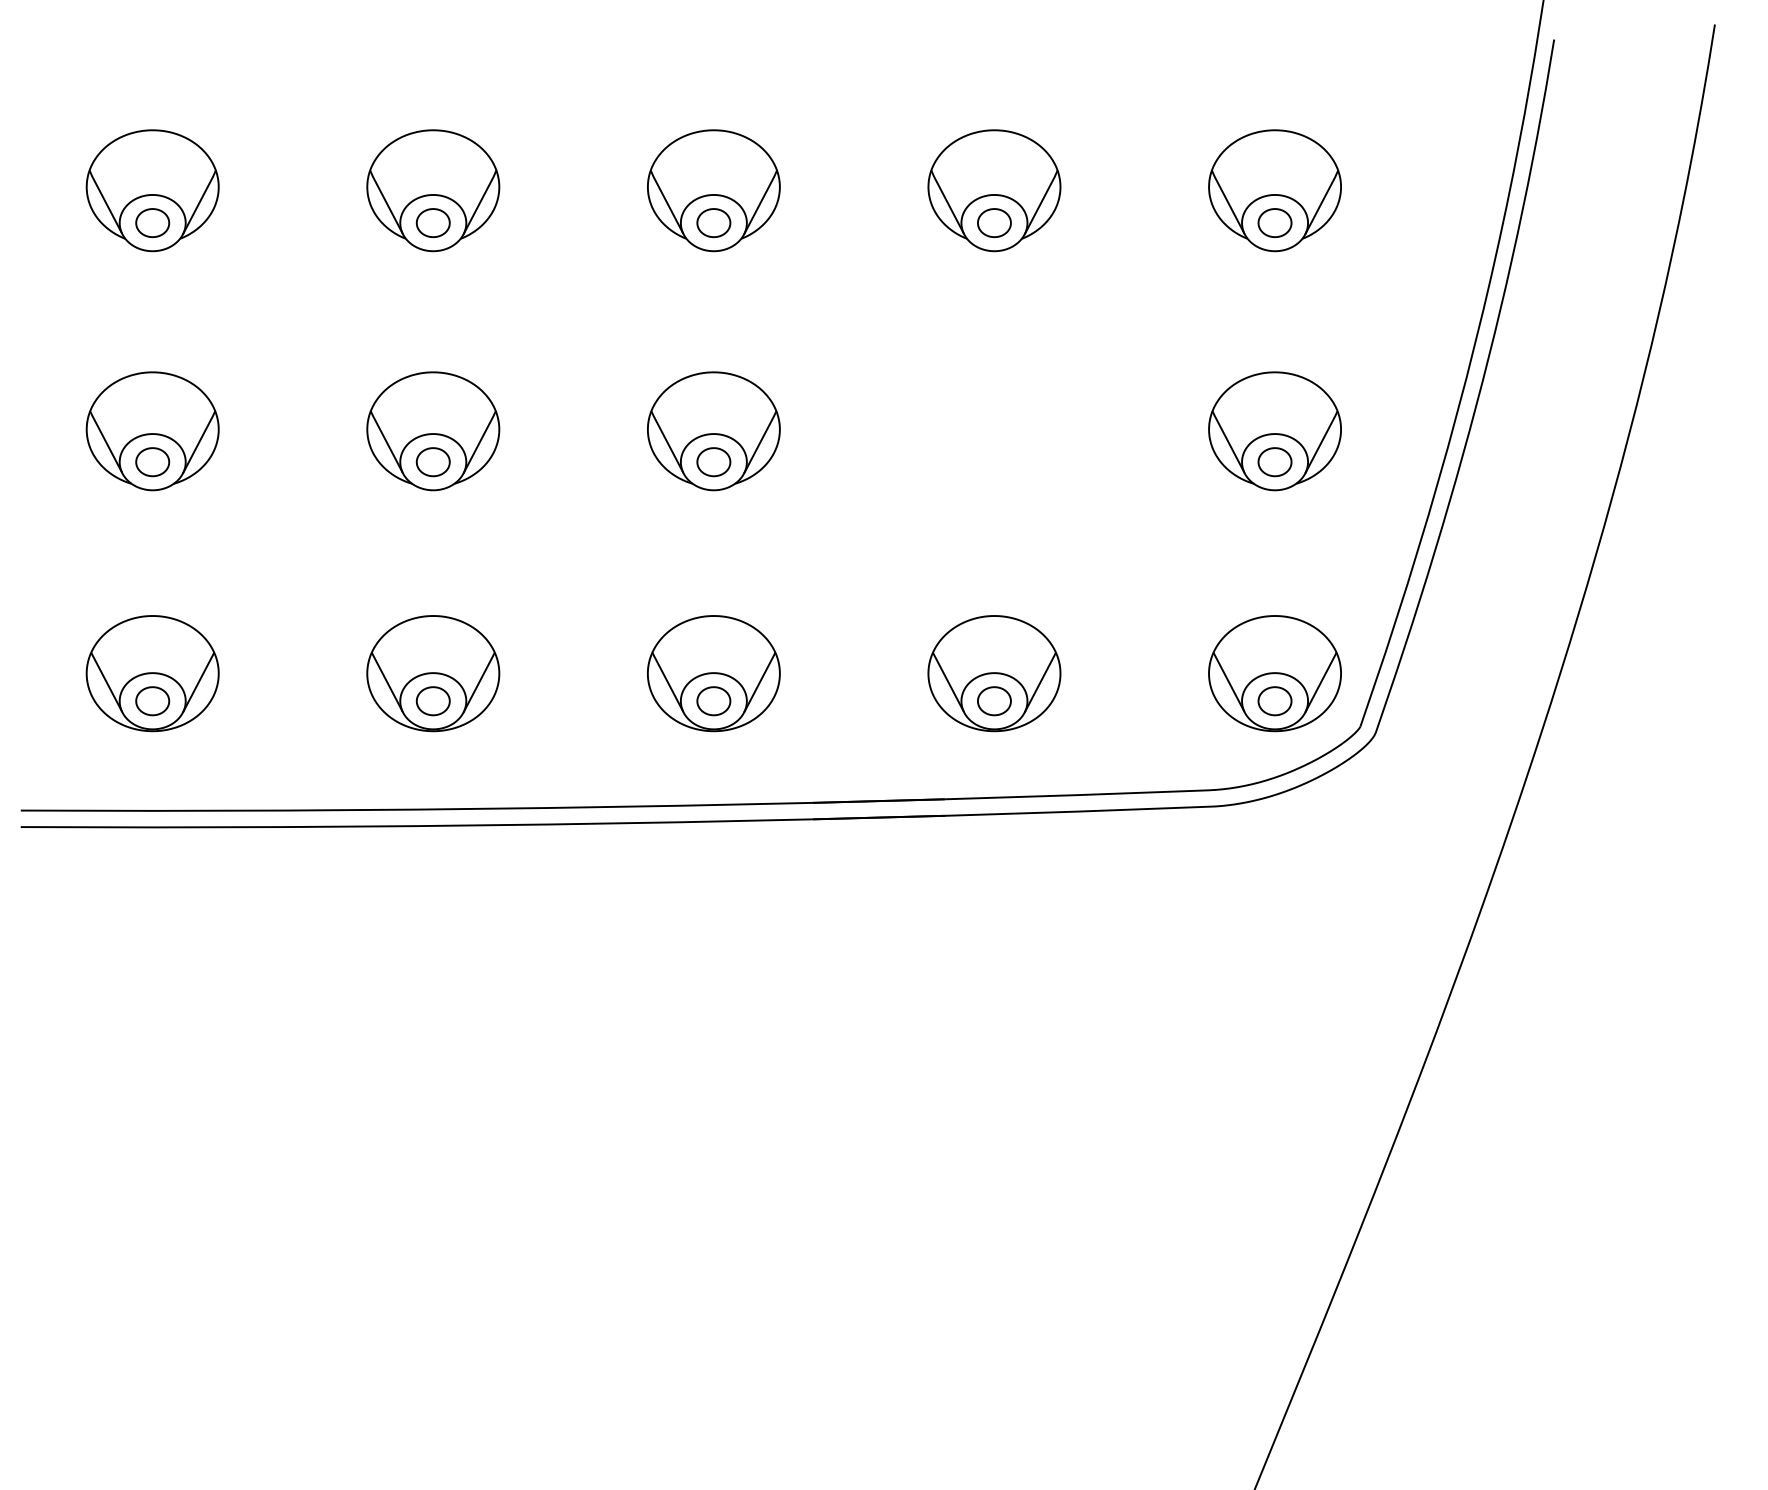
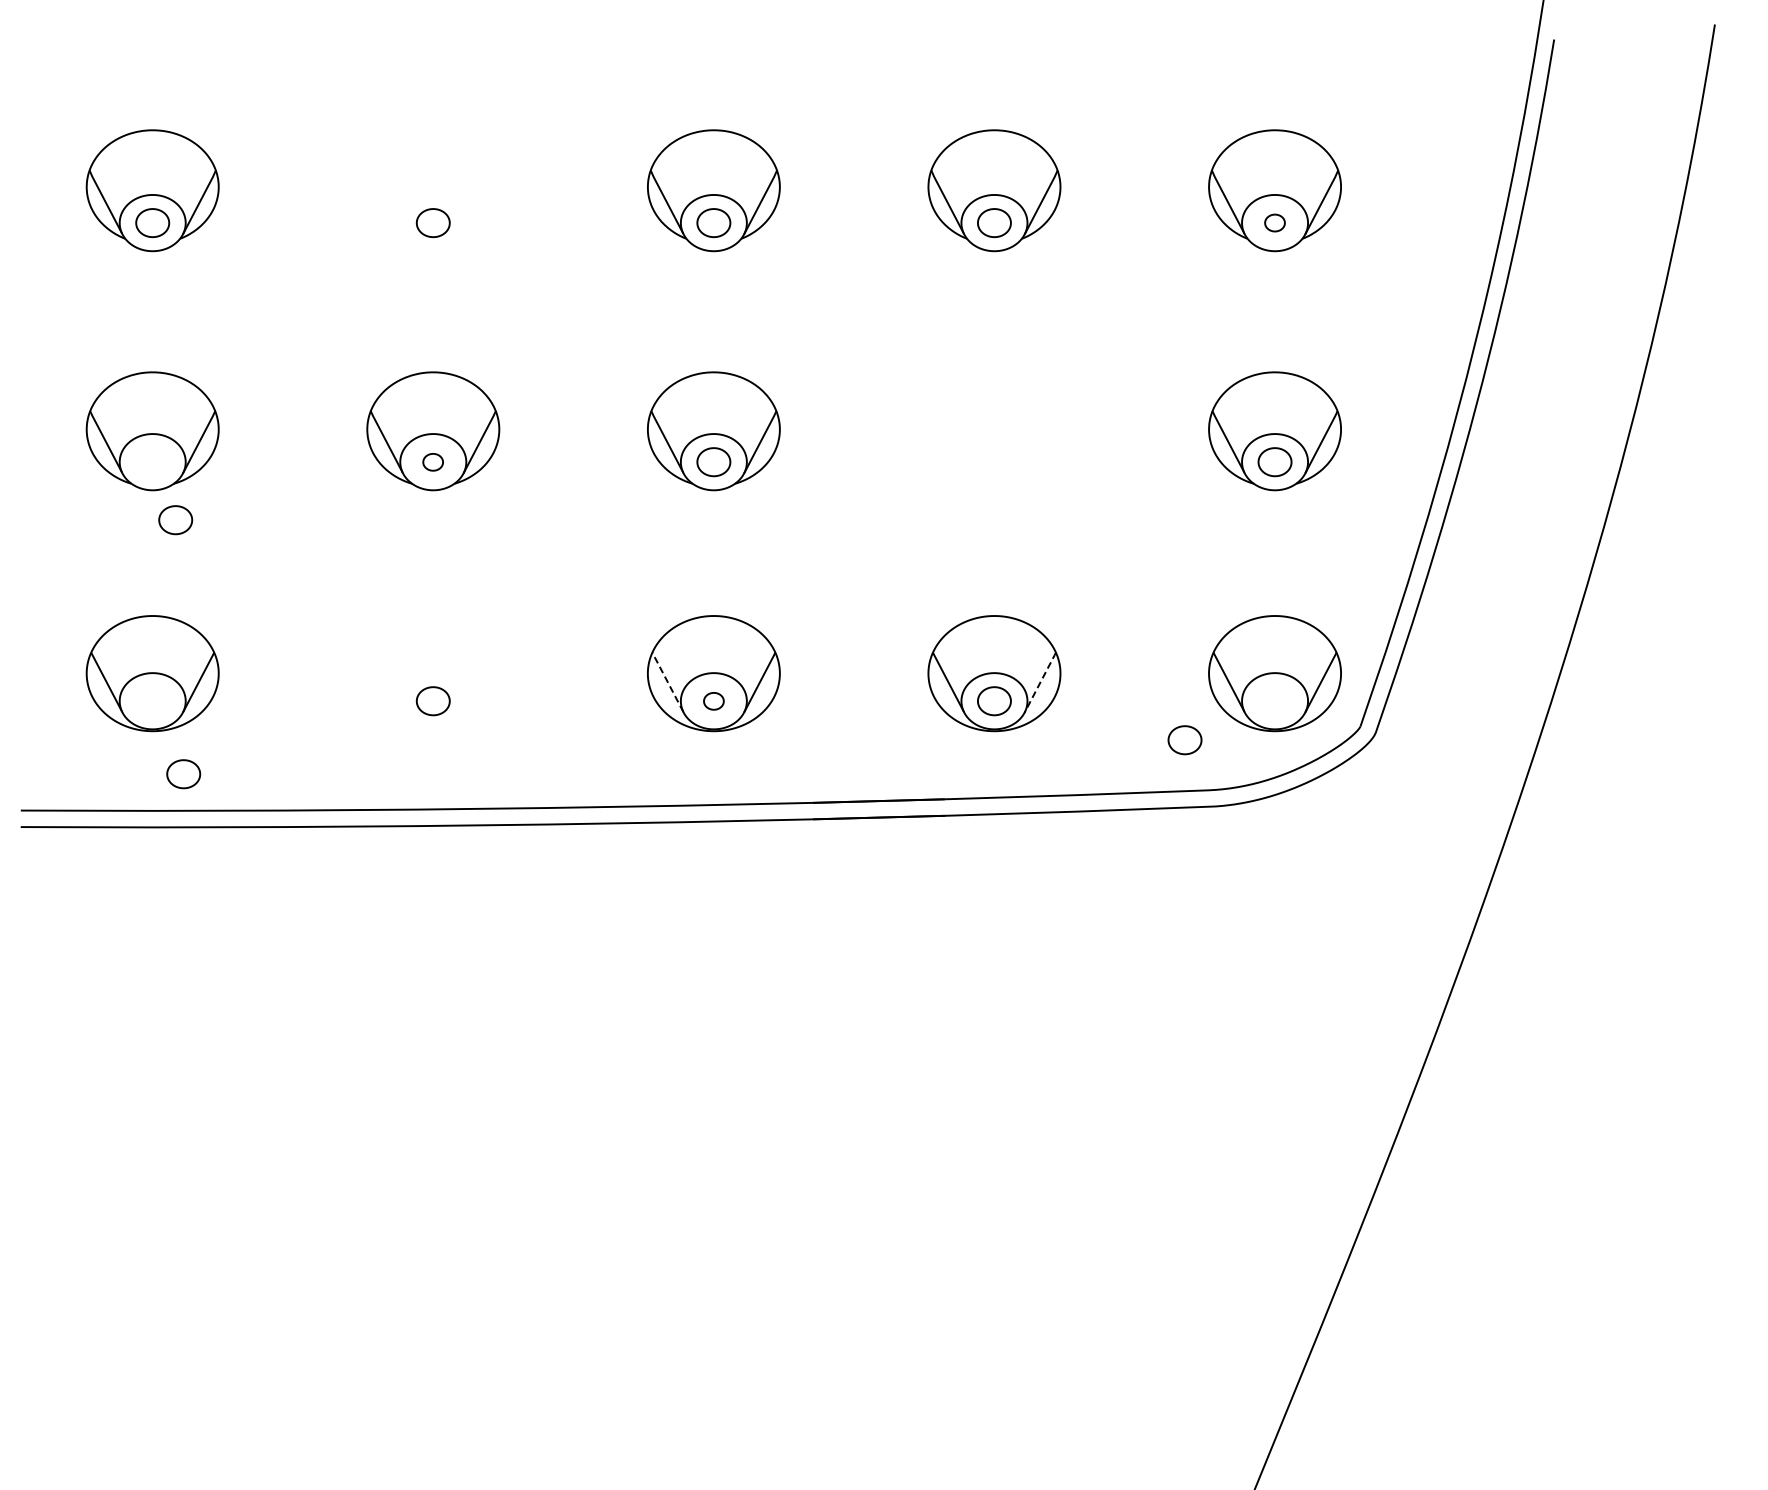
part at (433, 190): present -> none
part at (1274, 222) size: 36x30 px -> 22x20 px
part at (152, 462) position: (152, 462) -> (175, 520)
part at (432, 462) size: 36x31 px -> 22x19 px
part at (433, 673): present -> none
line at (667, 681): solid -> dashed
line at (1040, 682): solid -> dashed
part at (152, 701) position: (152, 701) -> (183, 774)
part at (713, 701) size: 36x31 px -> 22x19 px
part at (1274, 701) position: (1274, 701) -> (1184, 740)
